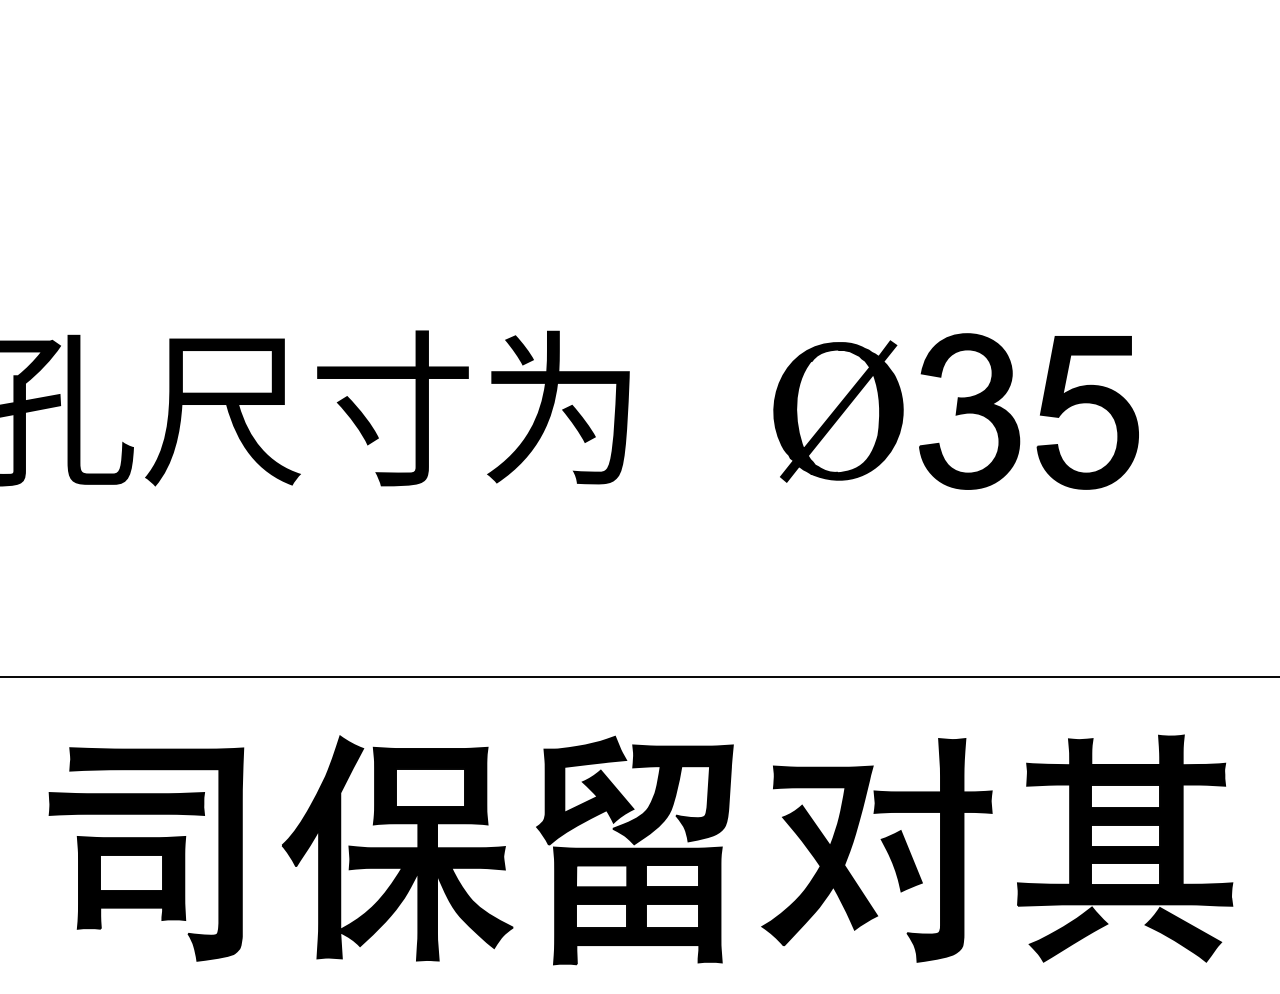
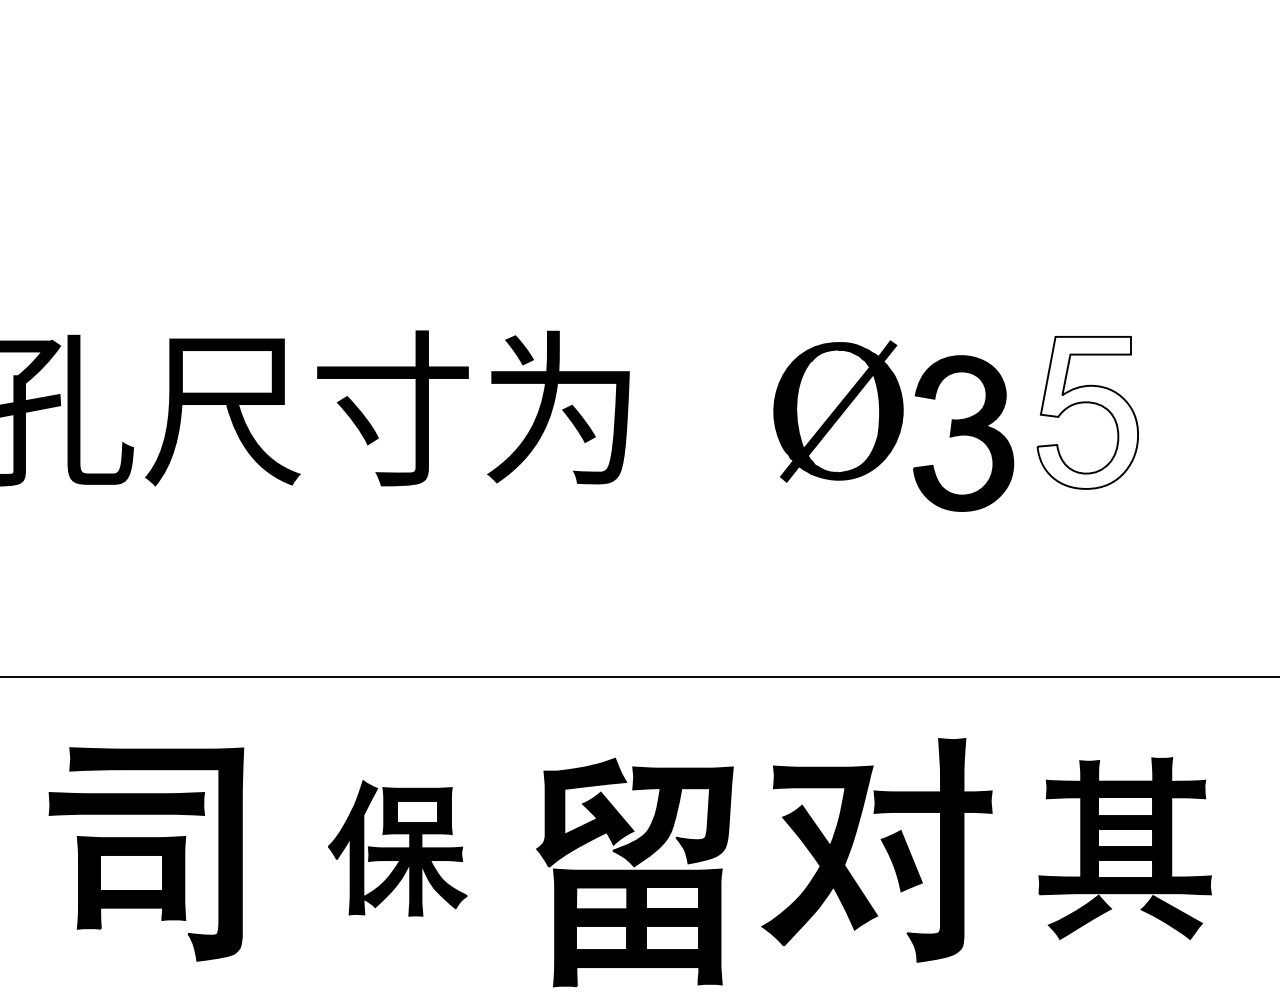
part at (969, 411) position: (969, 411) -> (963, 433)
fill at (1087, 412): present -> none
part at (397, 848) size: 232x227 px -> 140x137 px
part at (1125, 848) size: 217x229 px -> 174x183 px
part at (634, 850) position: (634, 850) -> (634, 872)
